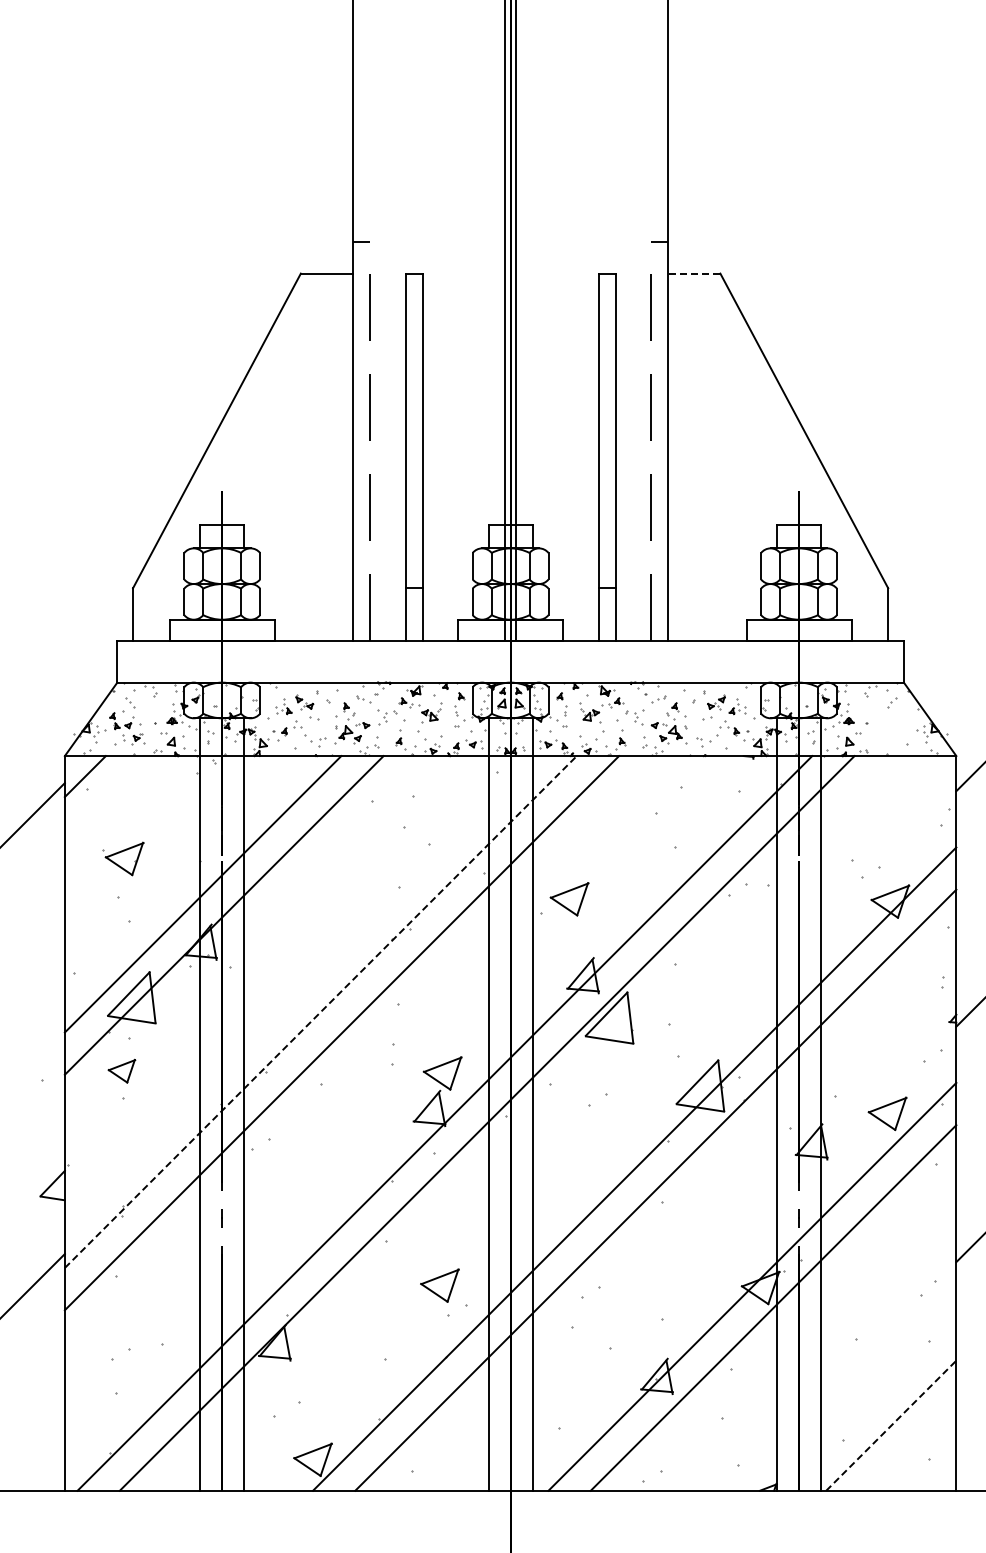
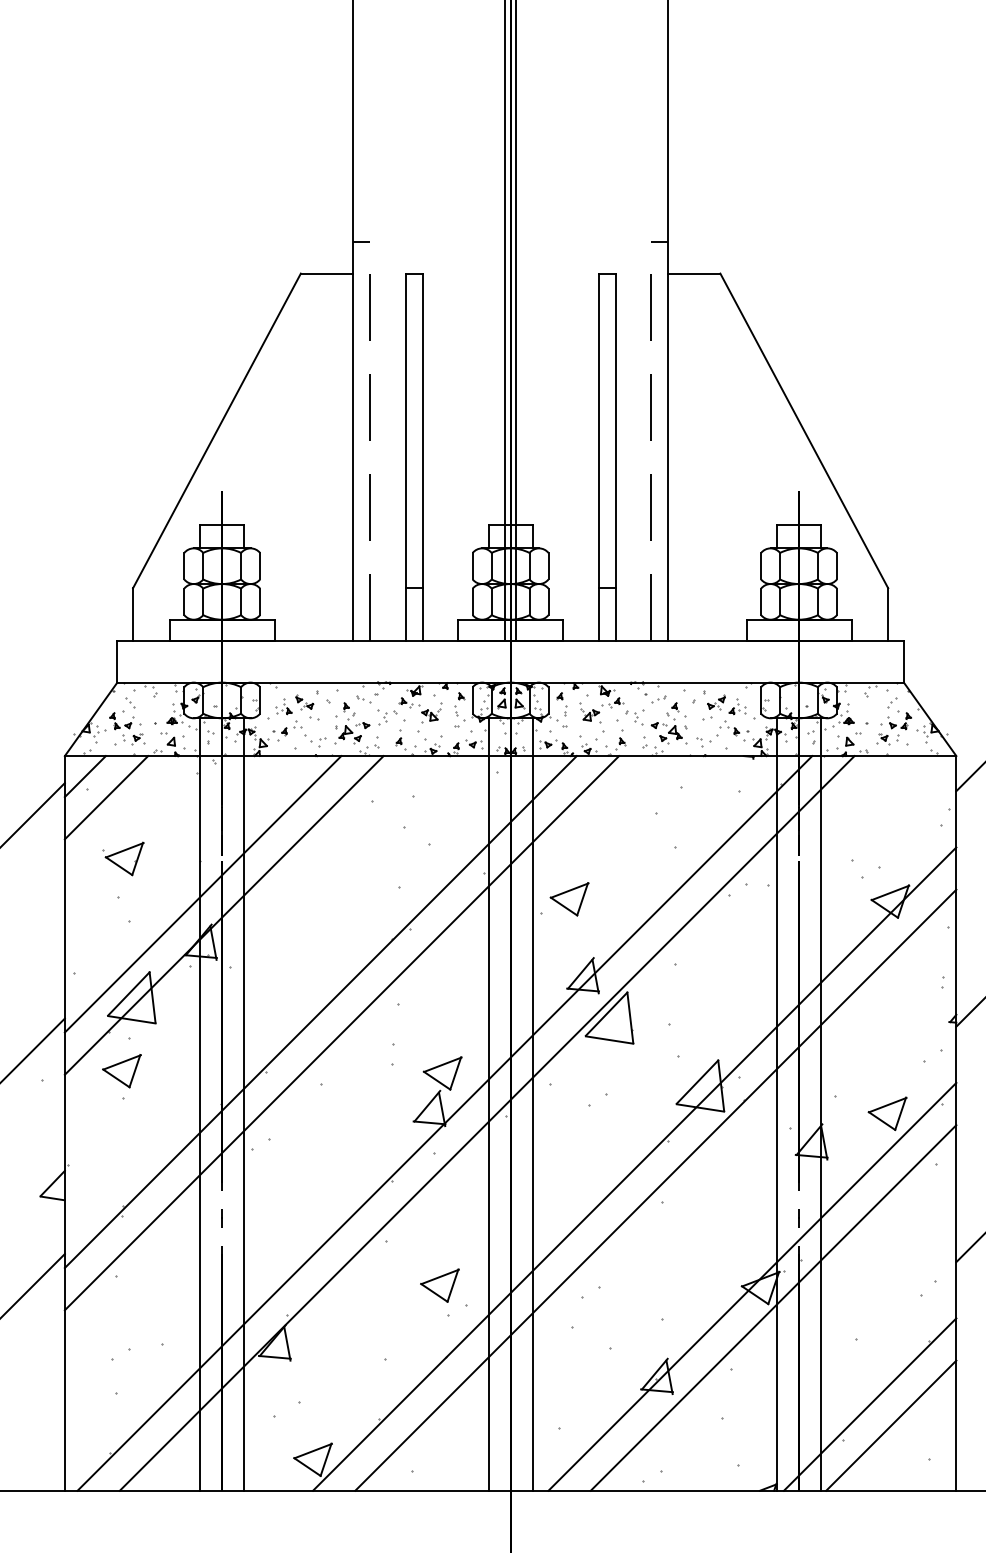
line at (693, 273): dashed -> solid
part at (893, 727): none -> present
line at (106, 797): none -> present
line at (320, 1012): dashed -> solid
line at (33, 1049): none -> present
part at (121, 1070) size: 30x26 px -> 40x35 px
line at (869, 1404): none -> present
line at (891, 1425): dashed -> solid
